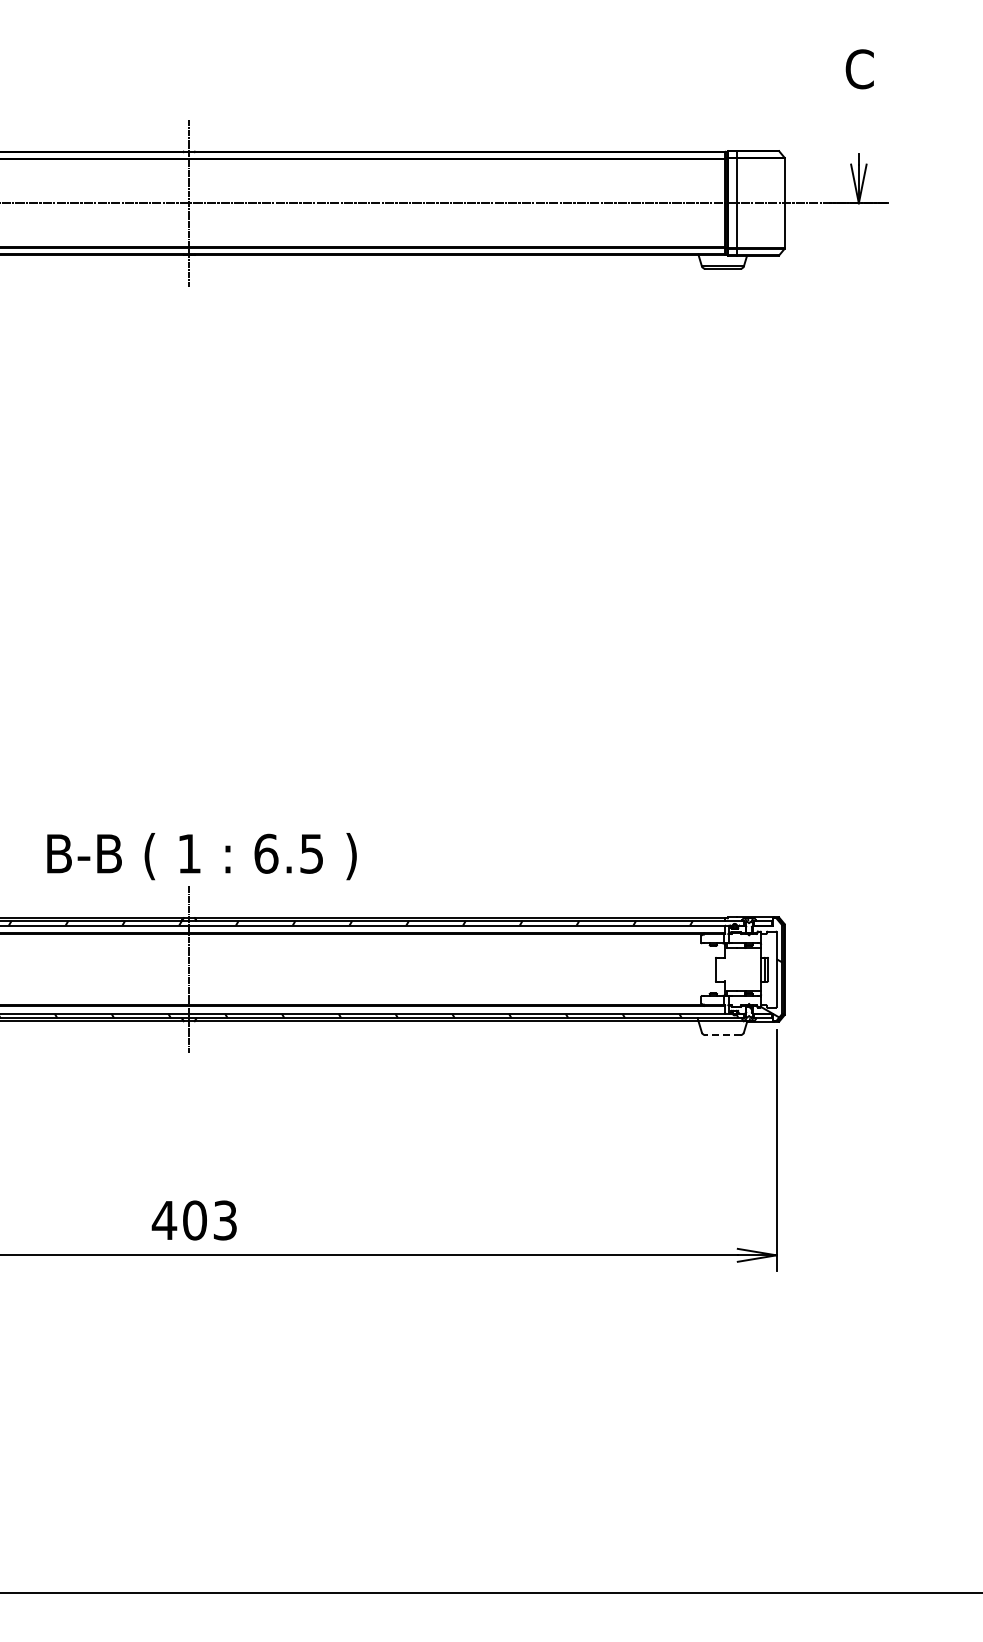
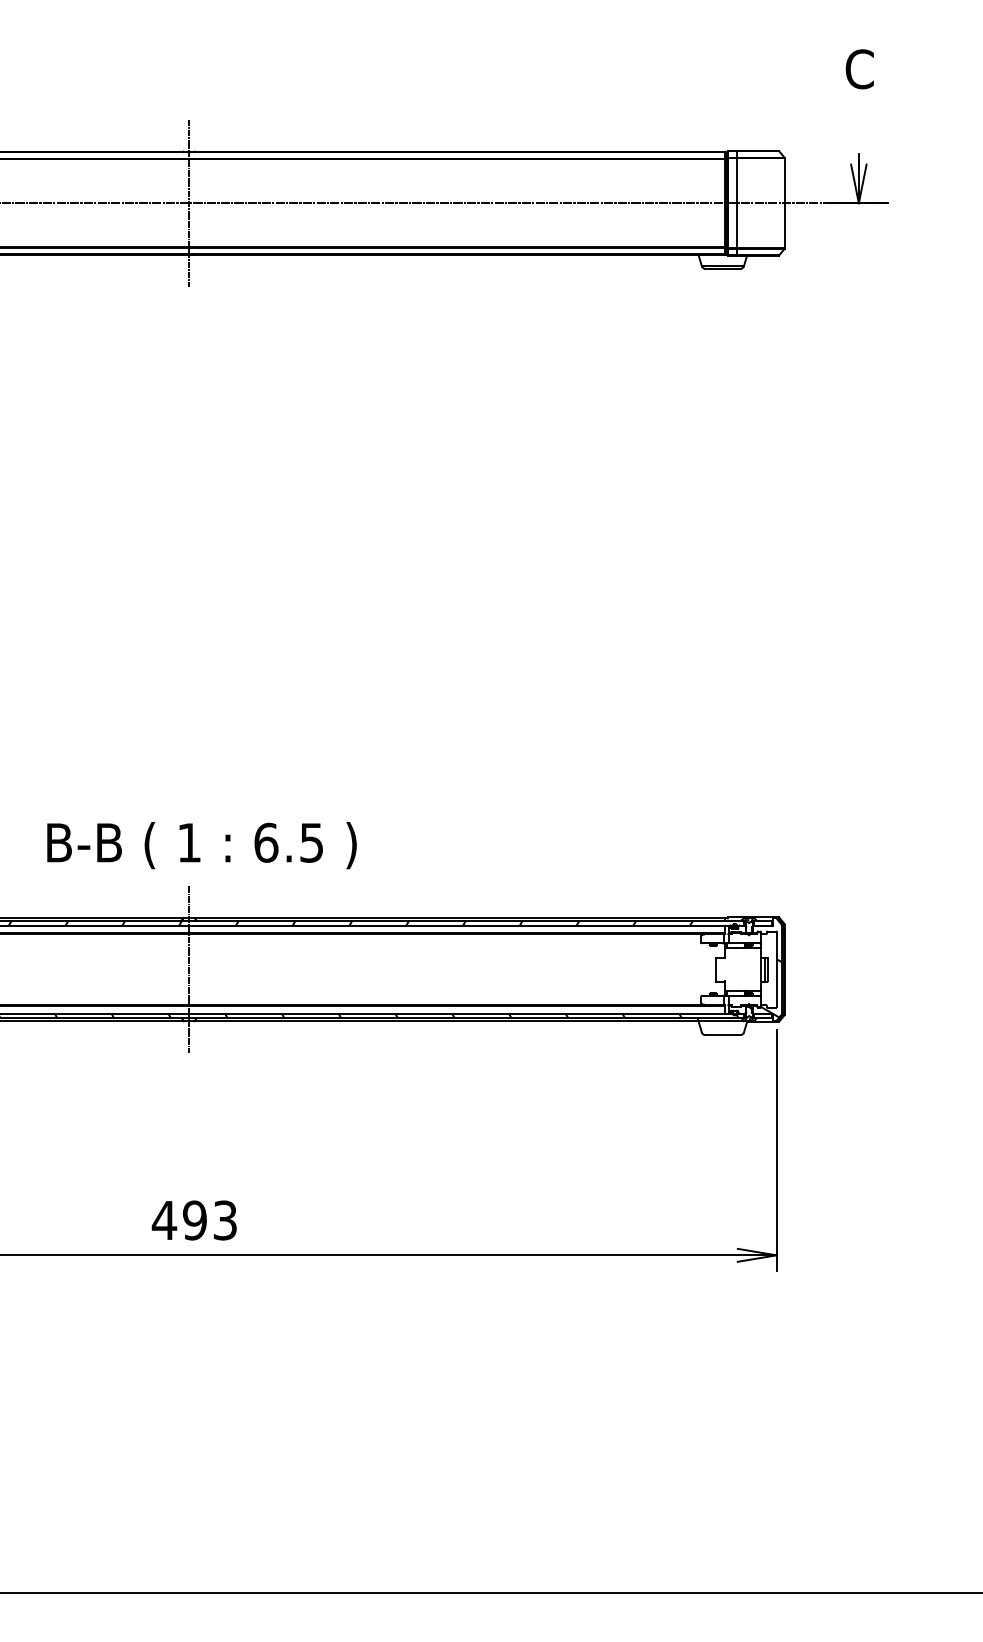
text at (201, 856) position: (201, 856) -> (201, 845)
line at (722, 1035): dashed -> solid
text at (194, 1220): 403 -> 493
